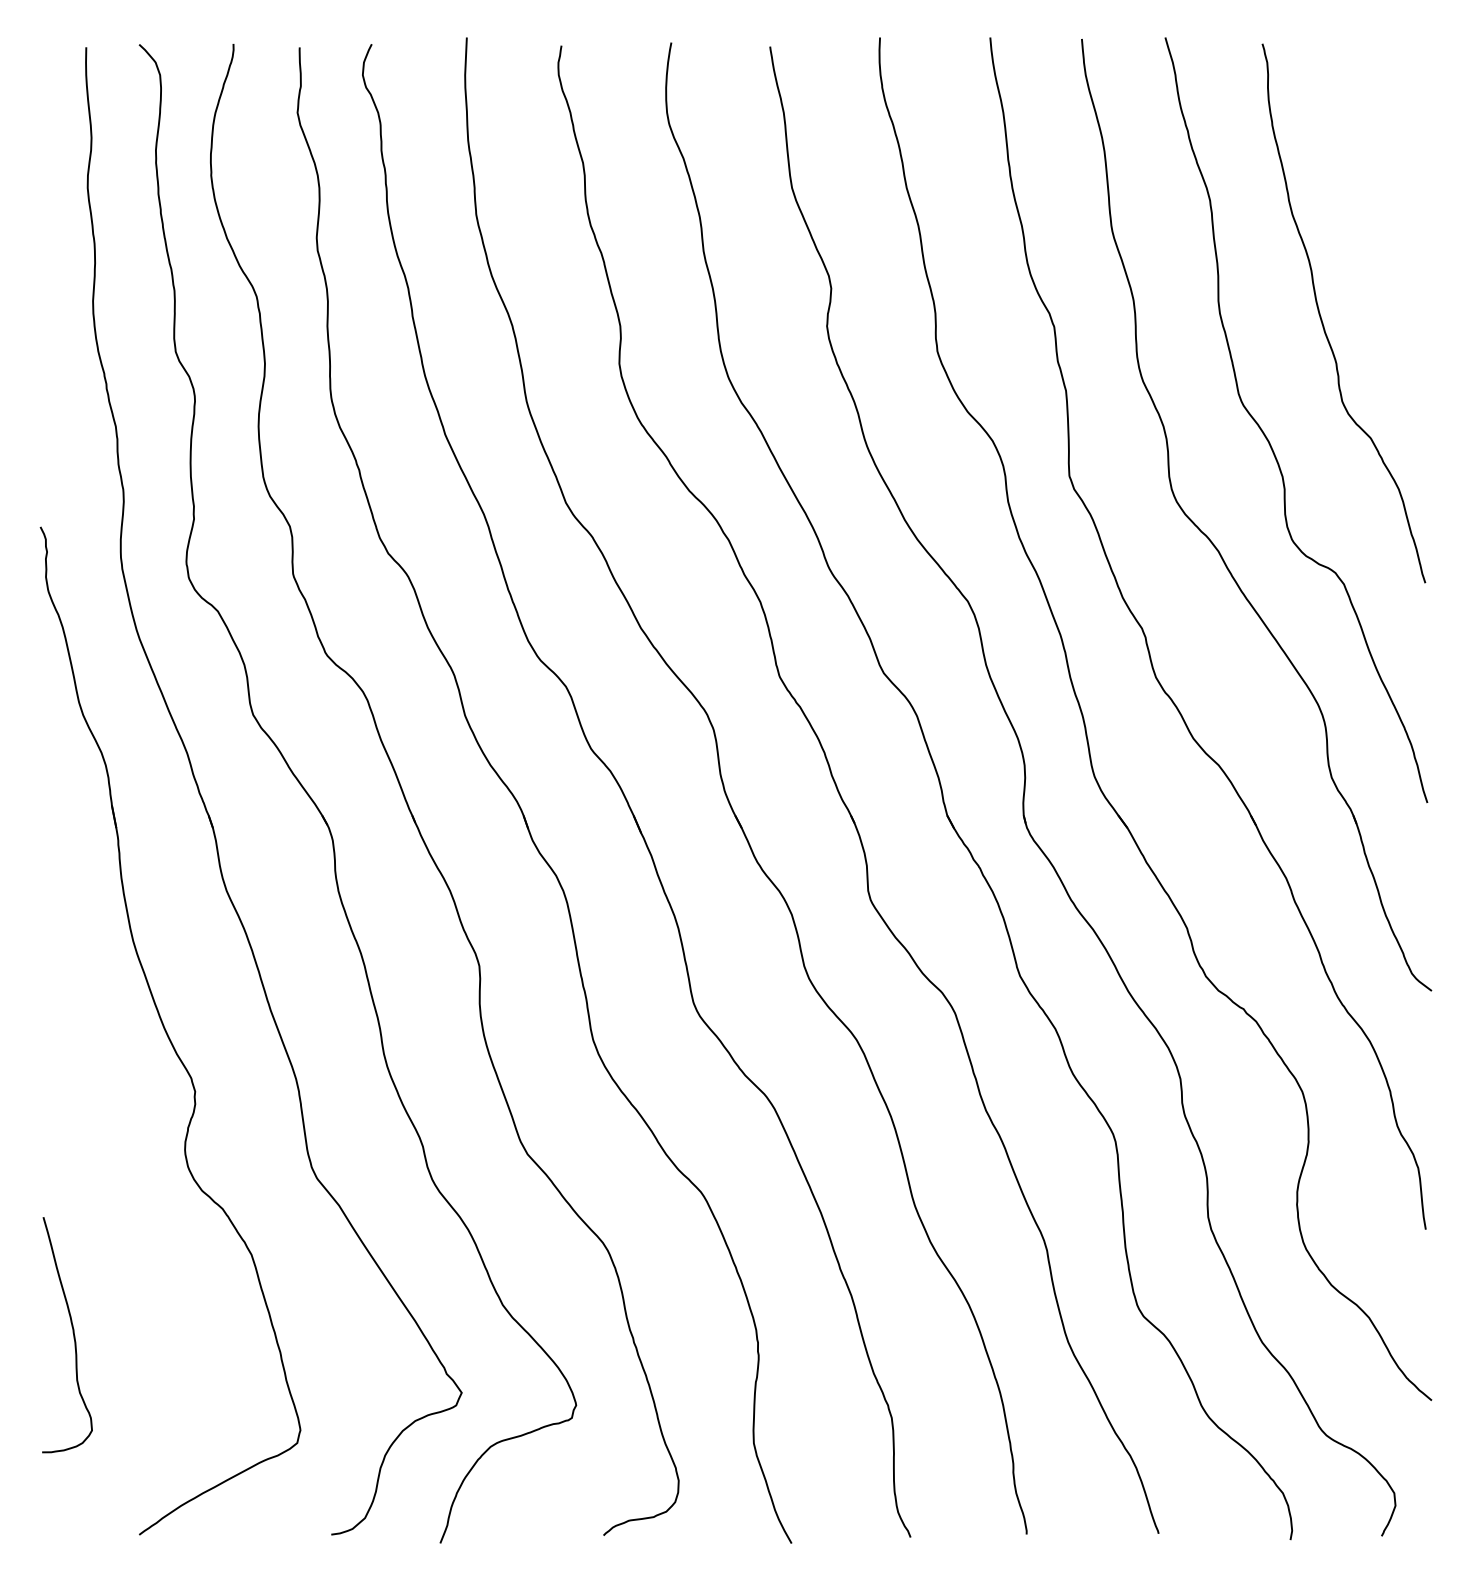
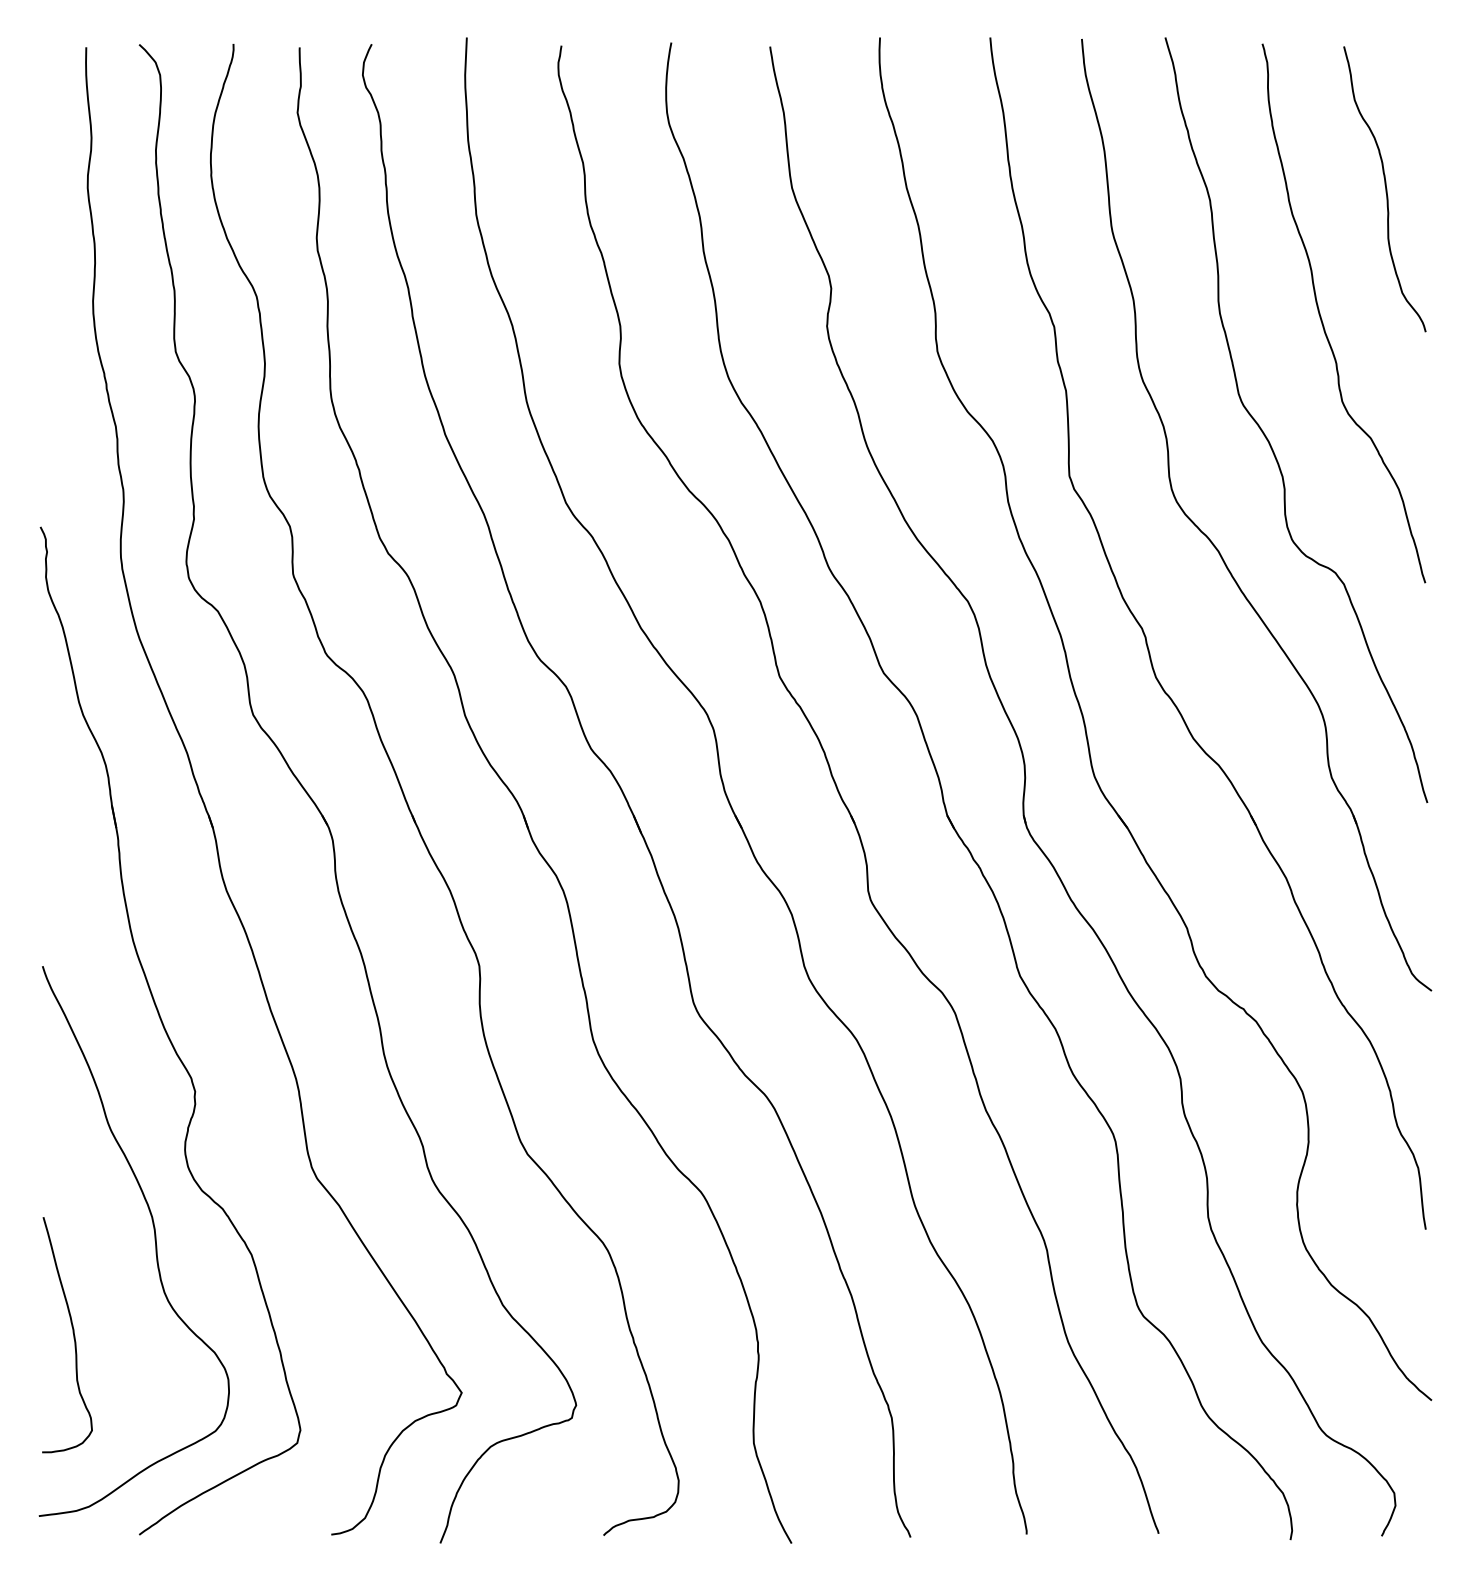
curve at (1385, 189): none -> present
curve at (154, 1240): none -> present
